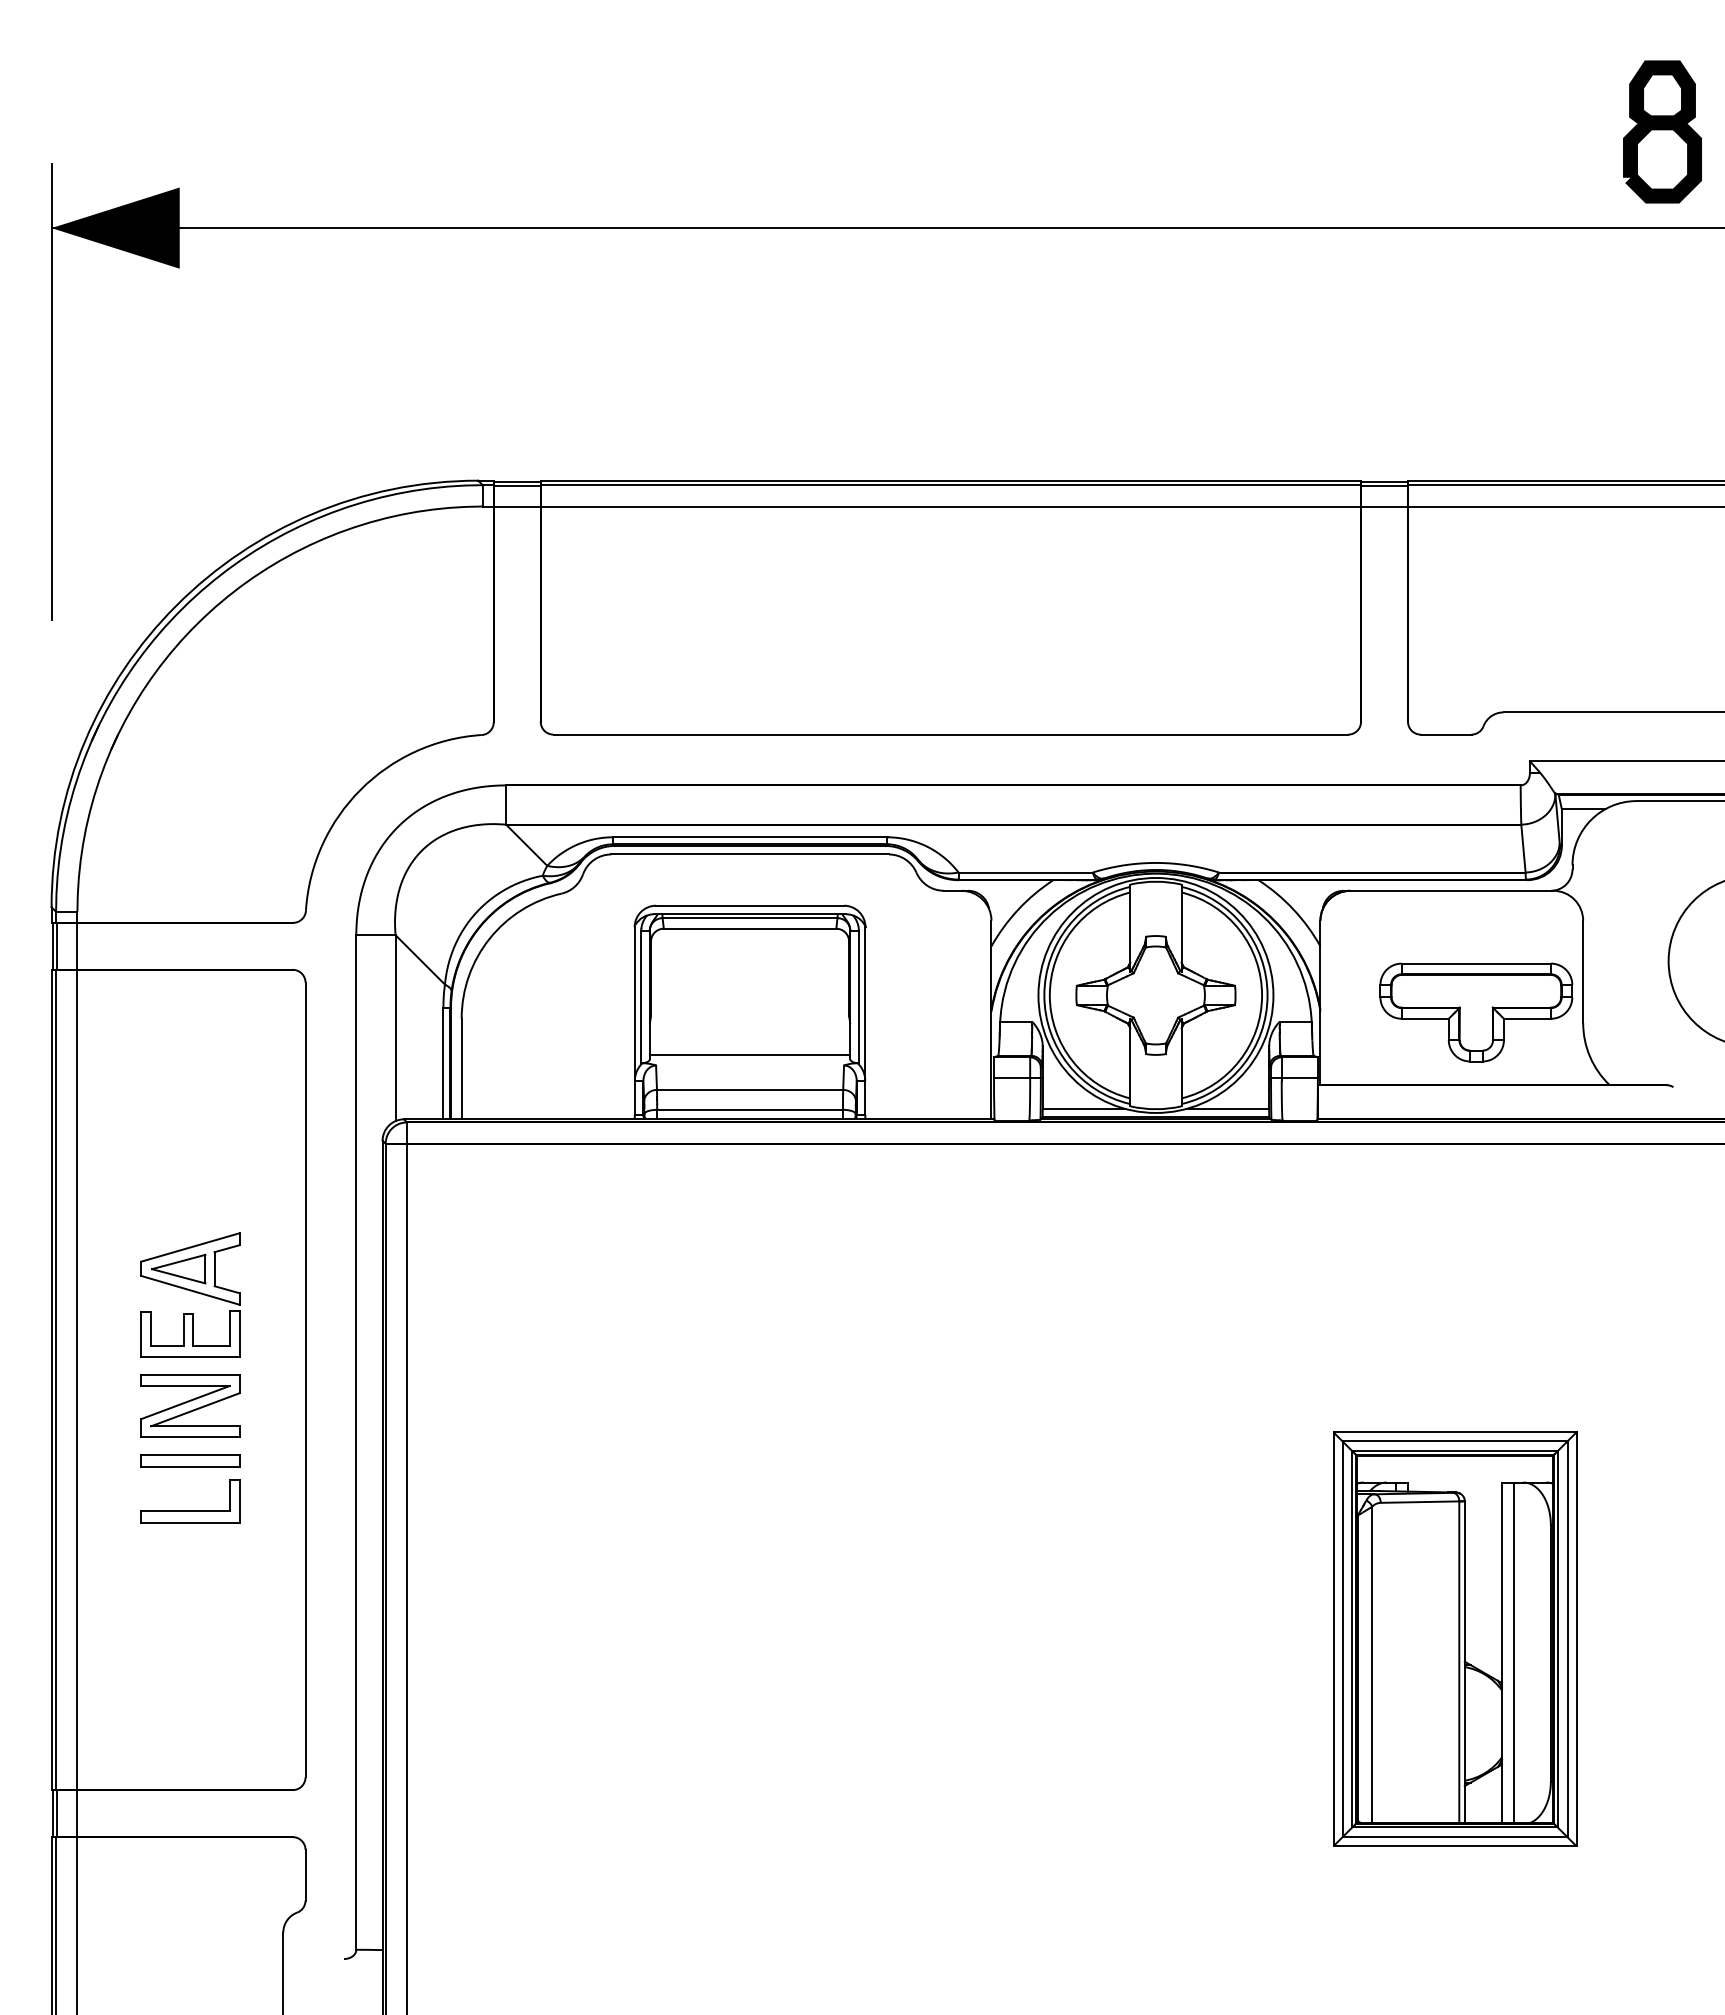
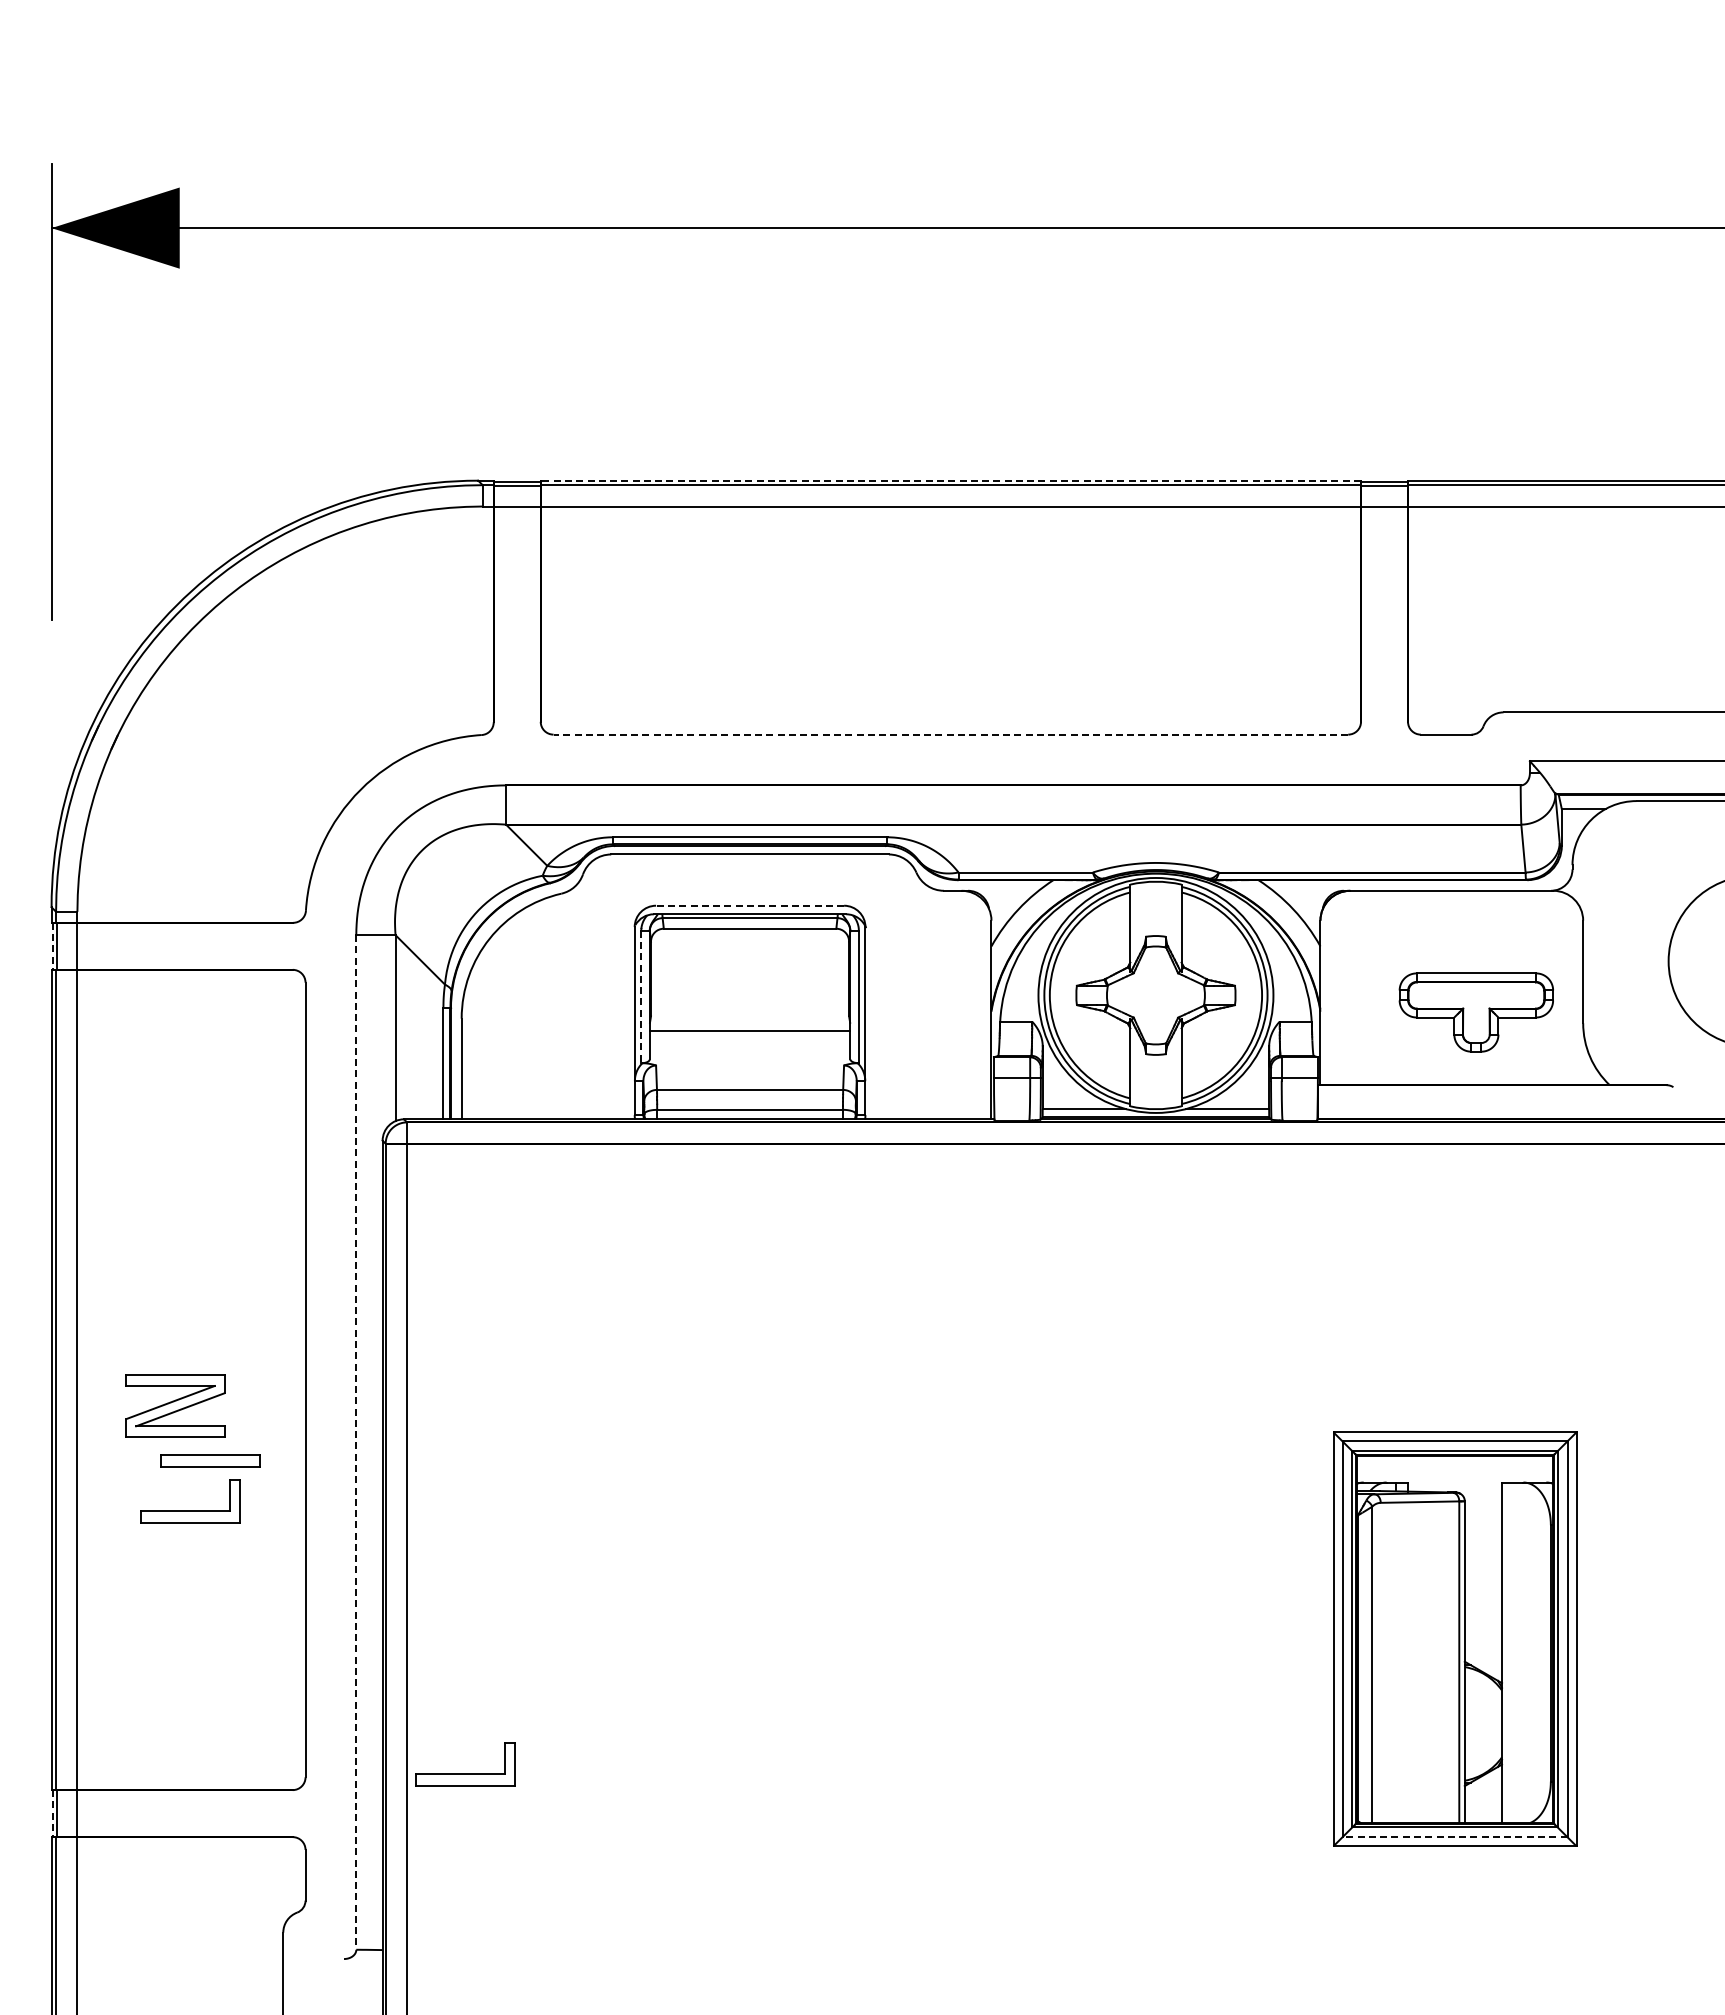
part at (1662, 131): present -> none
line at (950, 480): solid -> dashed
line at (950, 734): solid -> dashed
line at (750, 905): solid -> dashed
line at (52, 946): solid -> dashed
line at (641, 997): solid -> dashed
part at (1476, 1012) size: 195x101 px -> 156x81 px
line at (749, 1055) position: (749, 1055) -> (749, 1031)
part at (190, 1294): present -> none
part at (190, 1405) position: (190, 1405) -> (175, 1405)
line at (356, 1442): solid -> dashed
part at (190, 1460) position: (190, 1460) -> (210, 1460)
line at (1514, 1652): present -> none
part at (465, 1773): none -> present
line at (52, 1814): solid -> dashed
line at (1455, 1837): solid -> dashed
